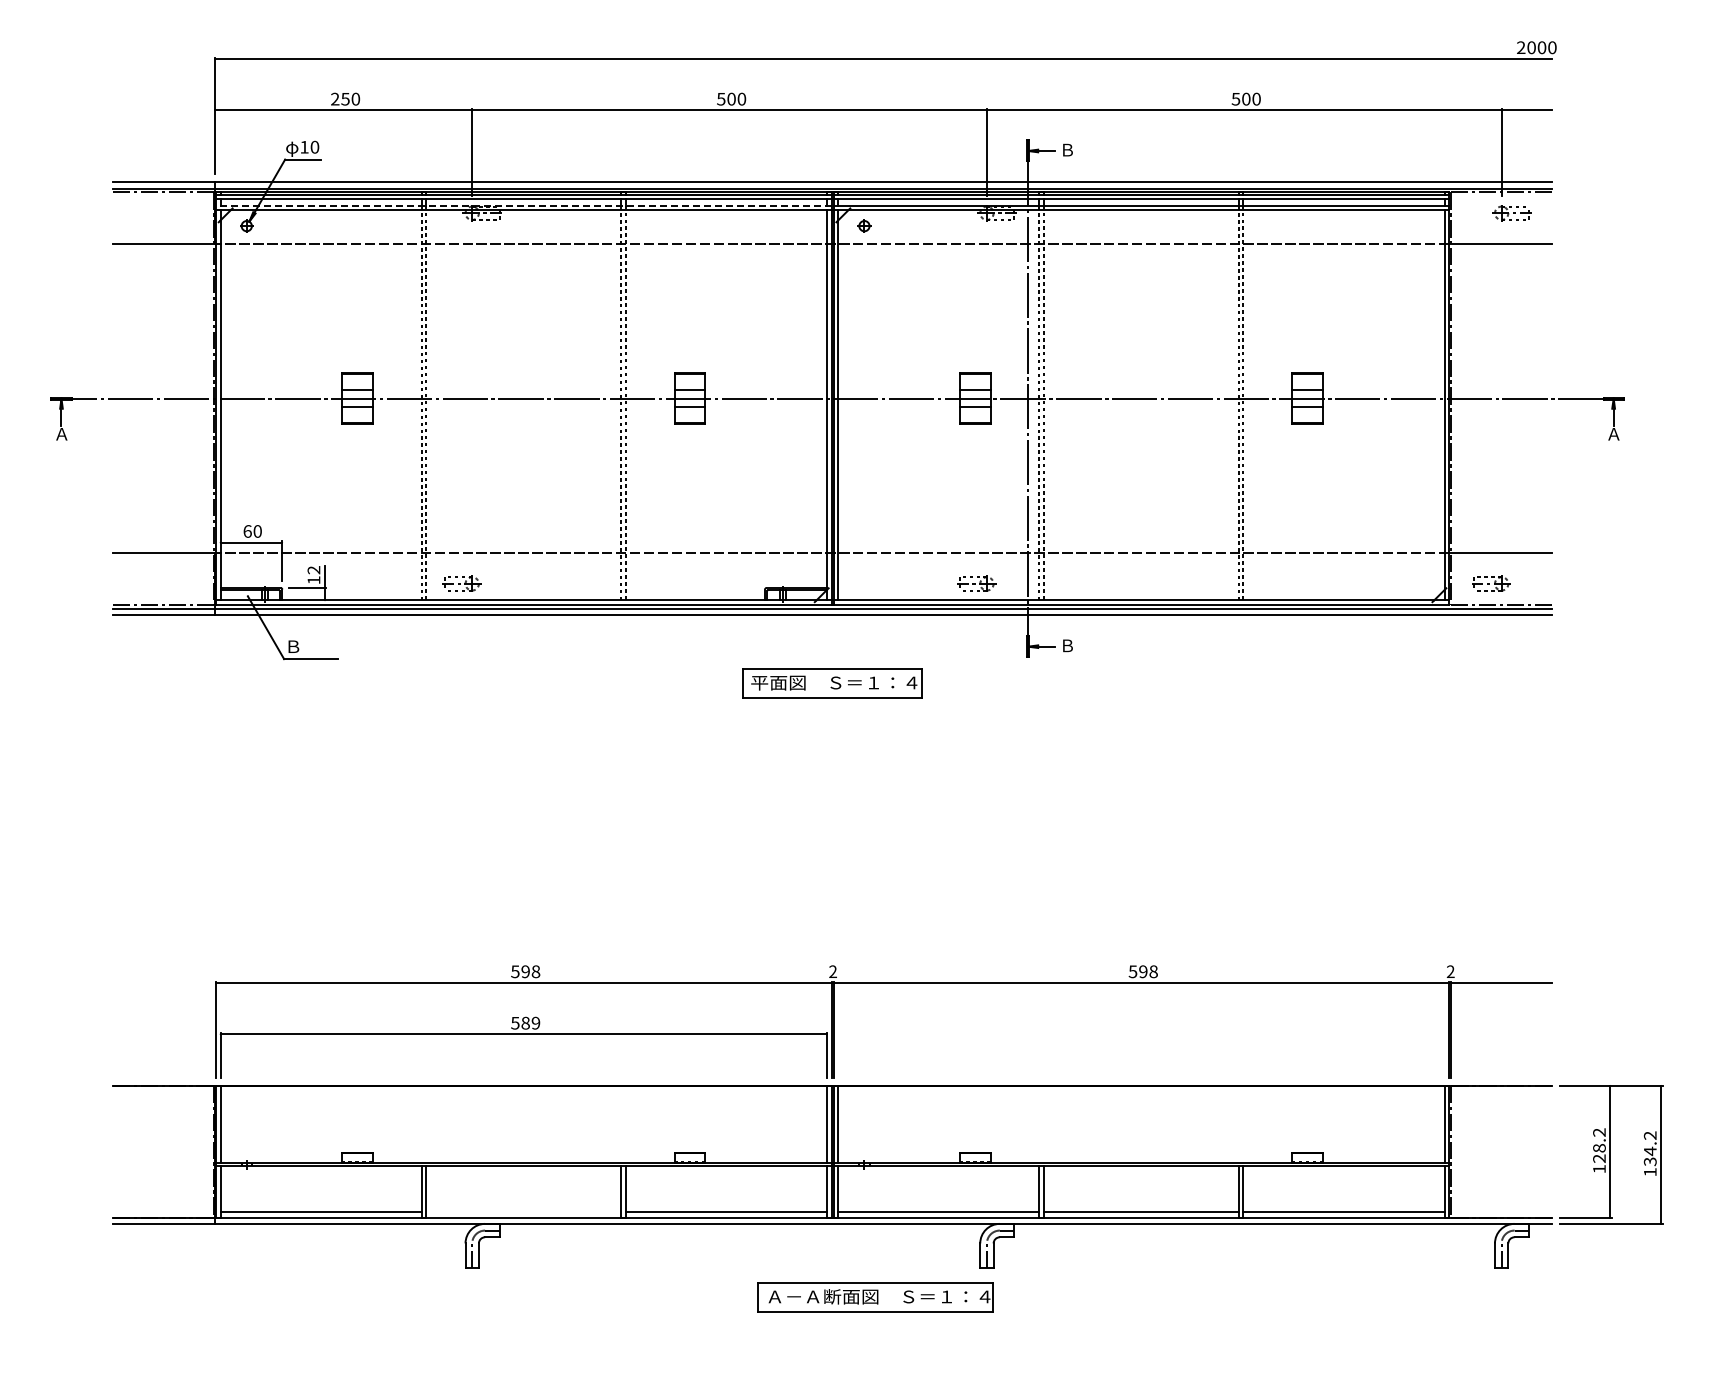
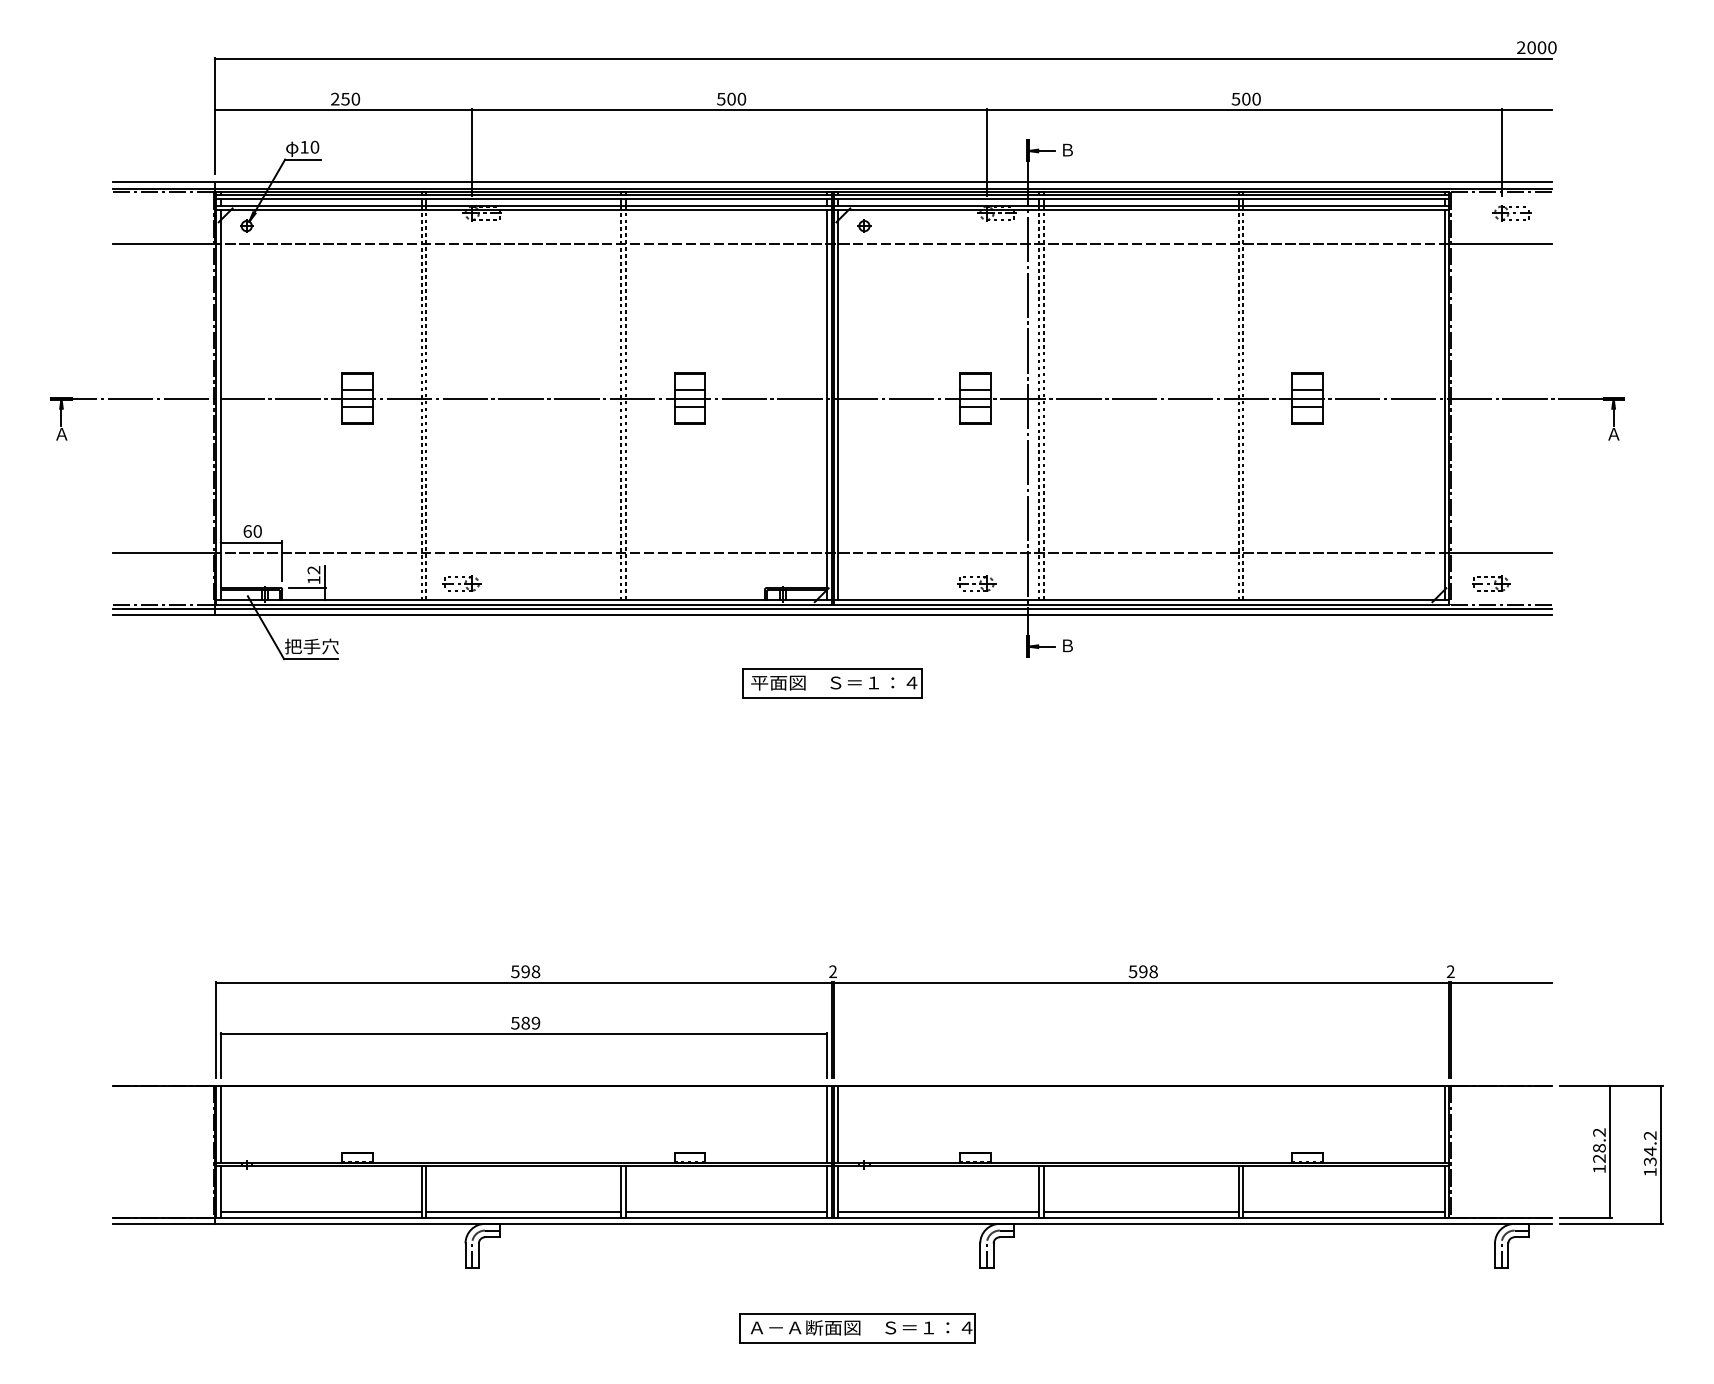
line at (523, 205): dashed -> solid
text at (311, 646): Ｂ -> 把手穴
line at (523, 1211): none -> present
part at (875, 1297) position: (875, 1297) -> (857, 1328)
